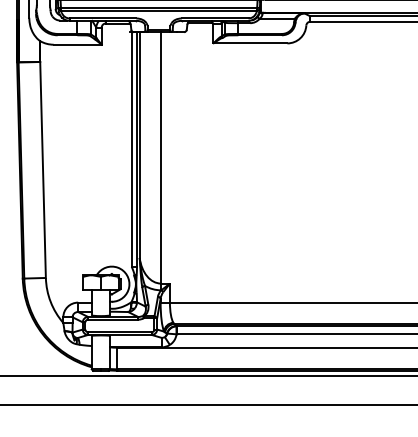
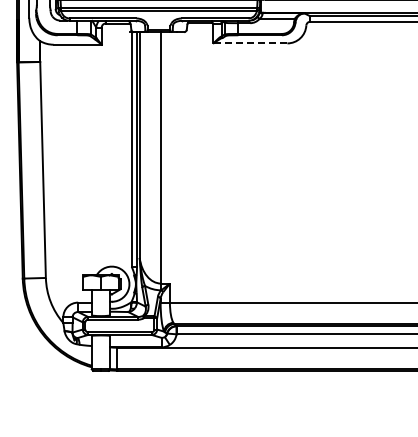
line at (250, 43): solid -> dashed
line at (208, 375): present -> none
line at (208, 405): present -> none
